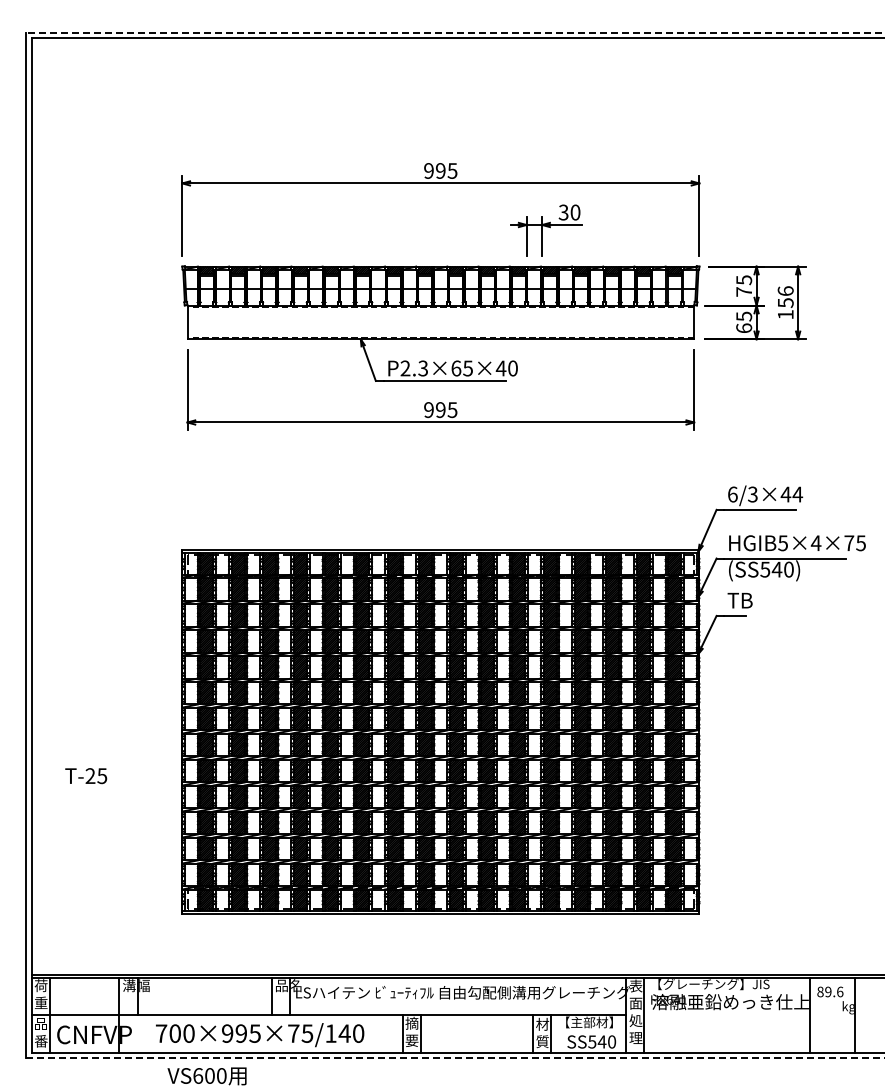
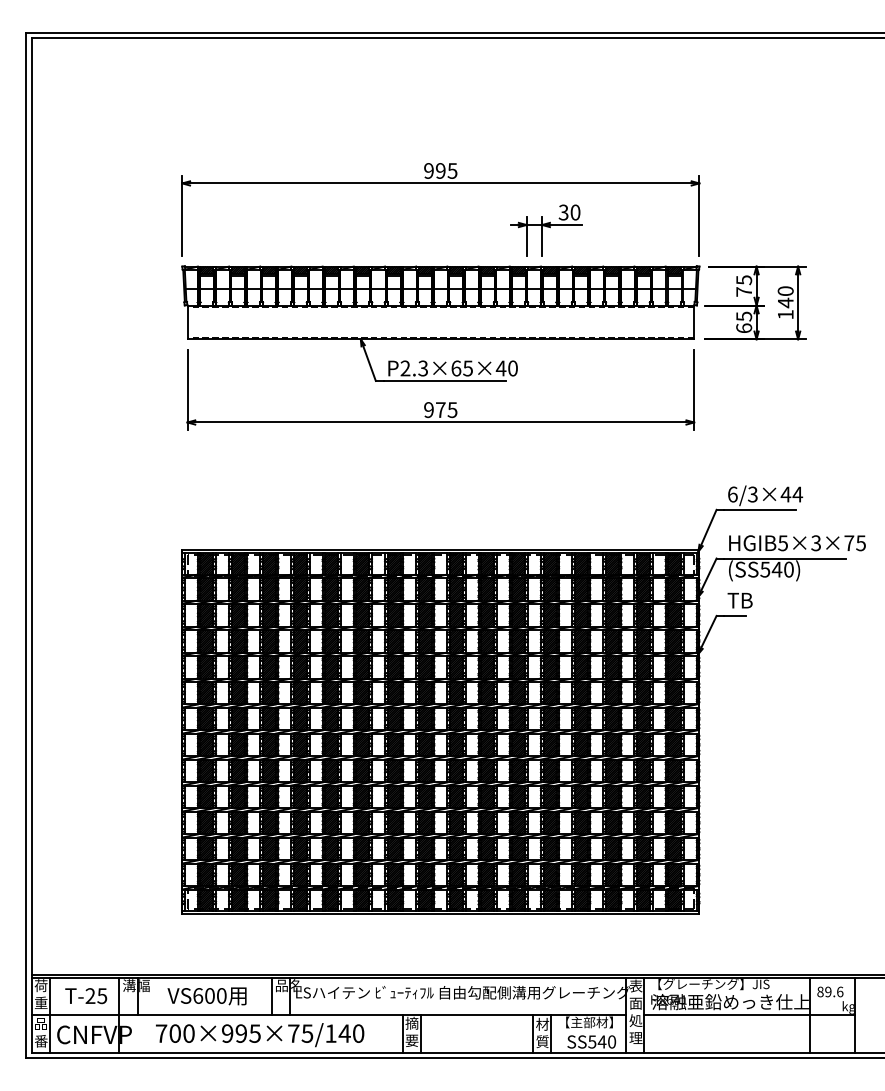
line at (455, 32): dashed -> solid
text at (785, 297): 156 -> 140
text at (440, 410): 995 -> 975
text at (815, 543): HGIB5×4×75 -> HGIB5×3×75
text at (86, 776) position: (86, 776) -> (86, 996)
line at (749, 1015): none -> present
line at (455, 1058): dashed -> solid
text at (206, 1076) position: (206, 1076) -> (206, 996)
